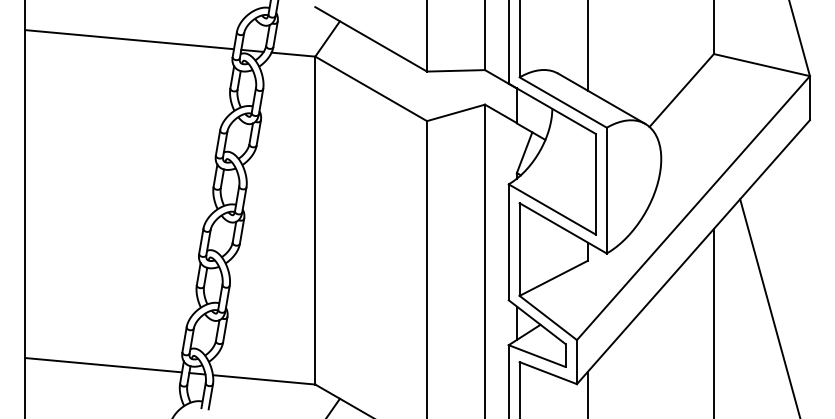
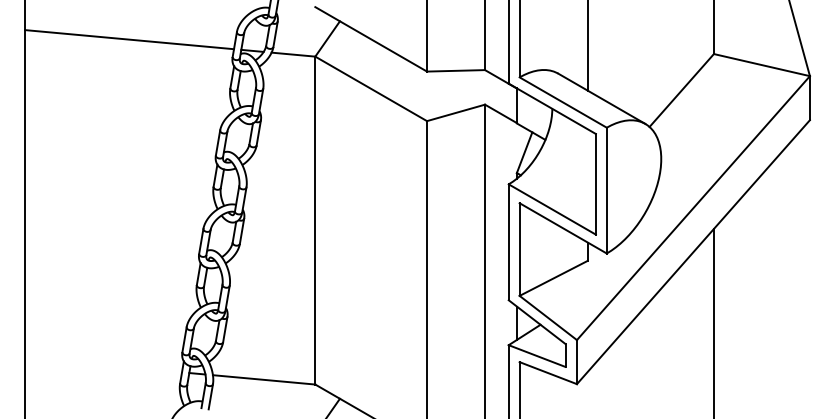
line at (769, 307): present -> none
line at (103, 365): present -> none
line at (587, 393): present -> none
